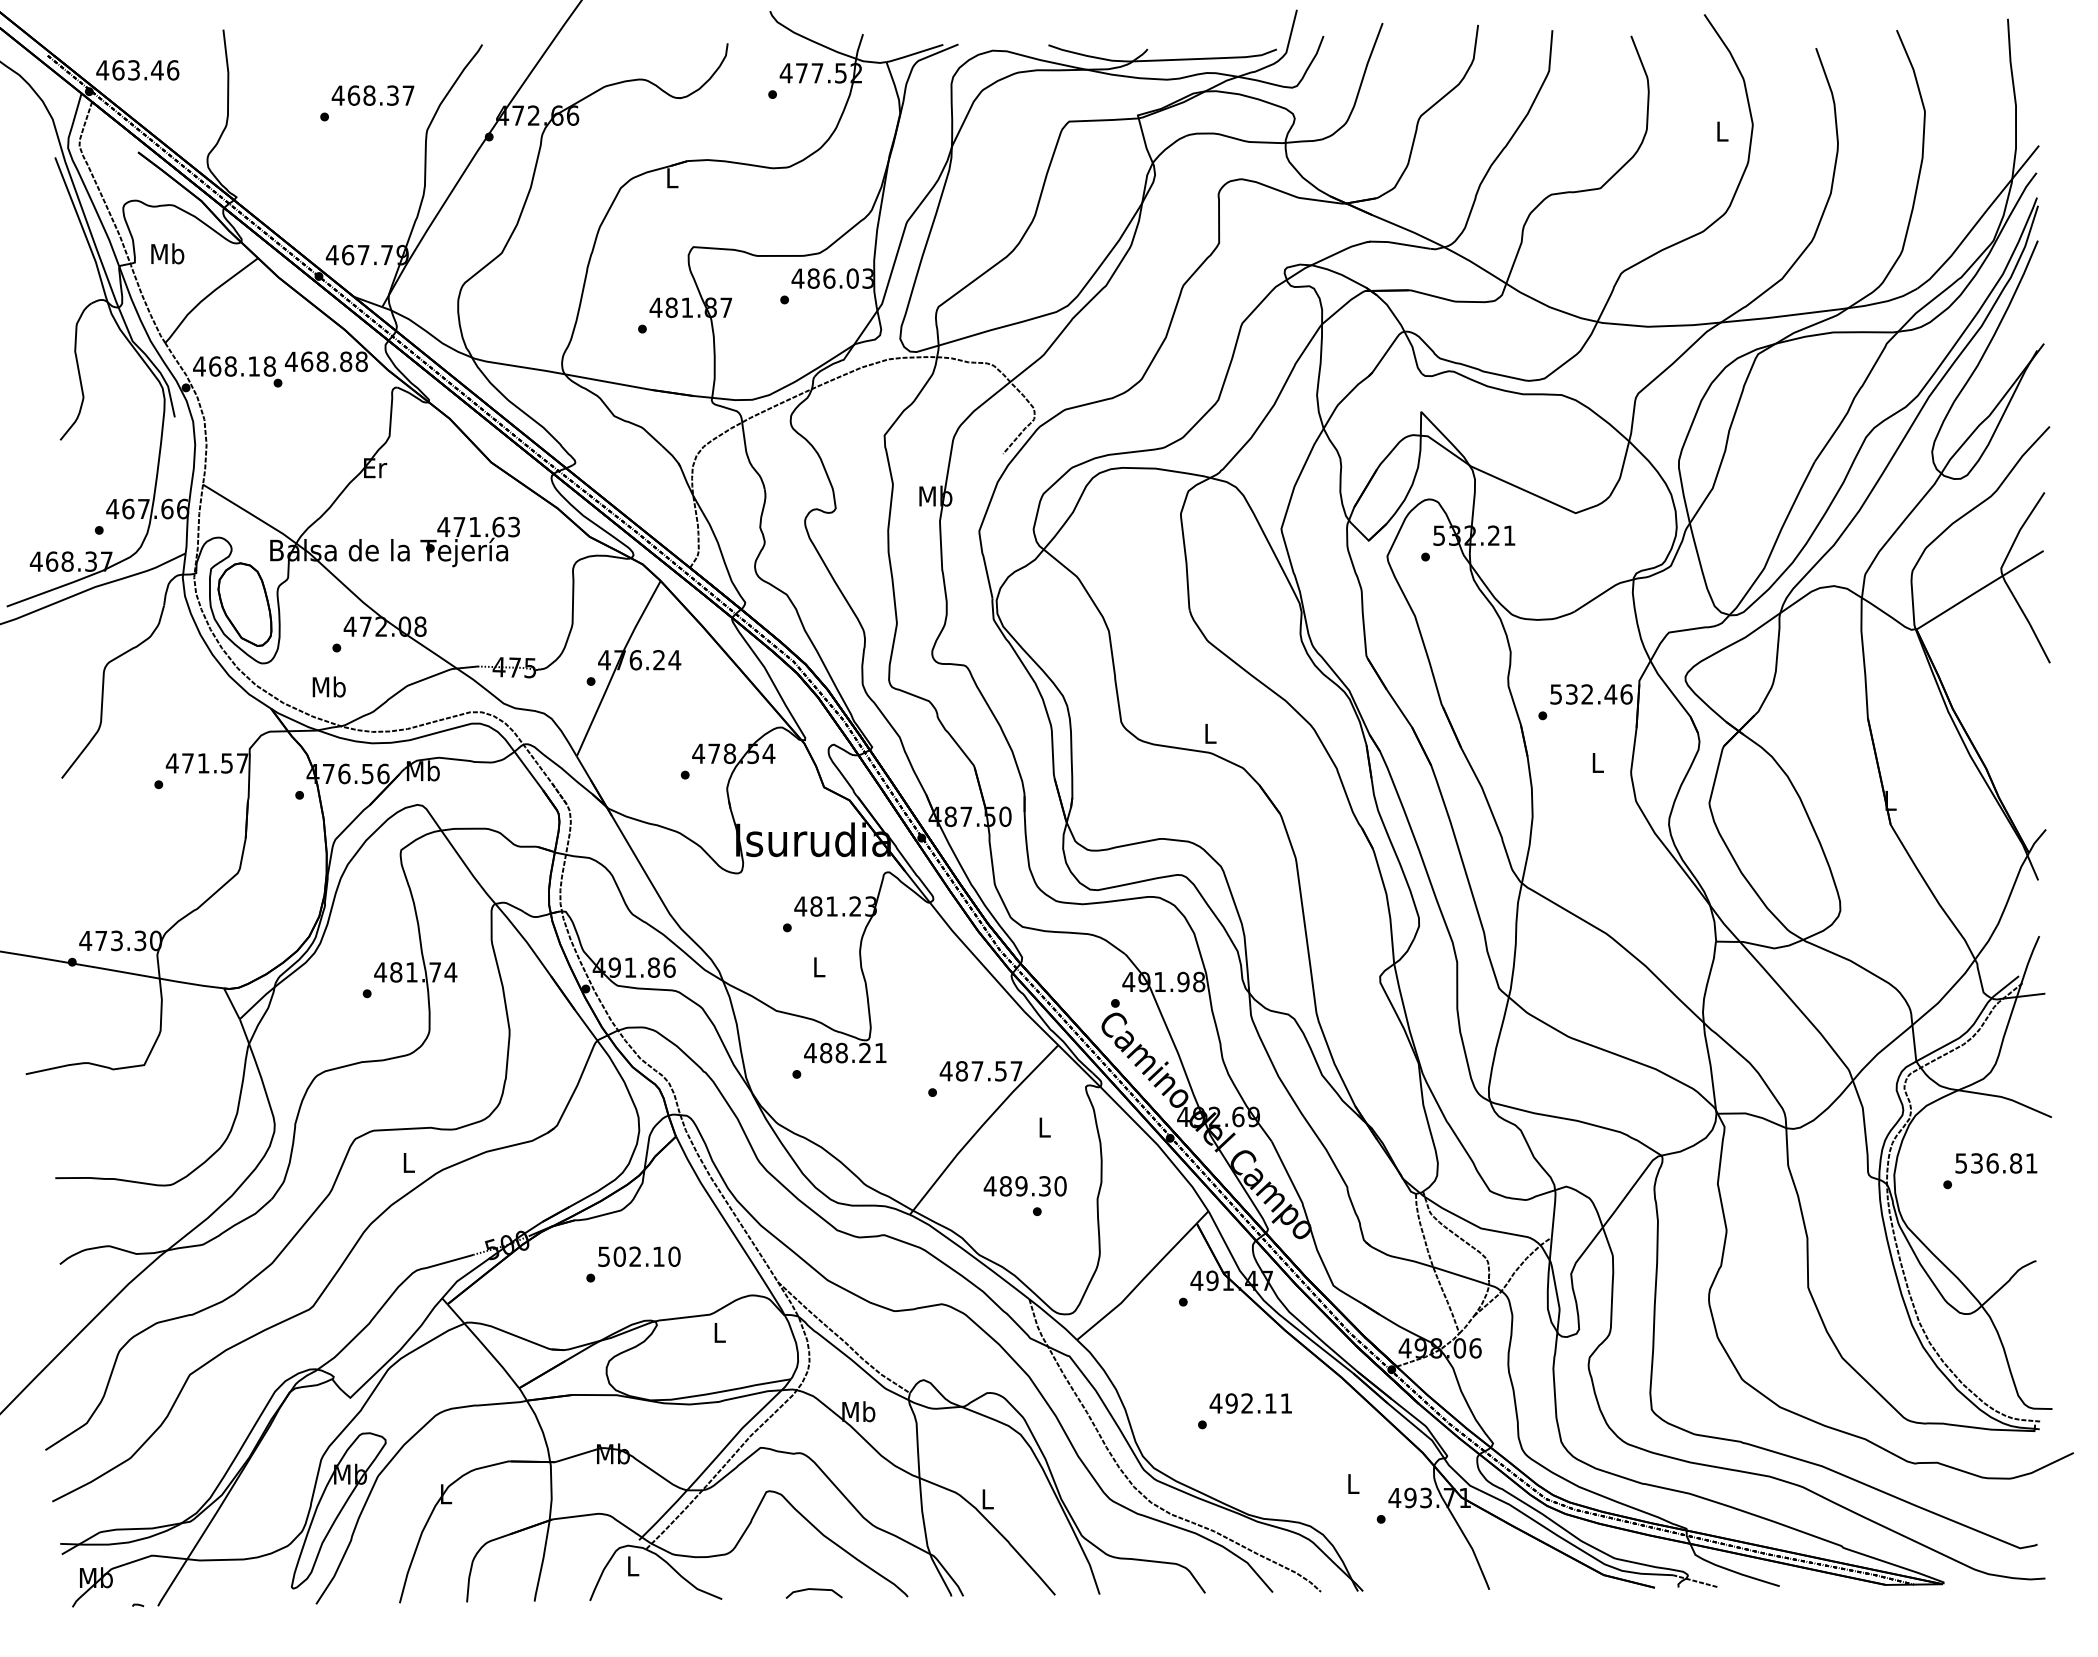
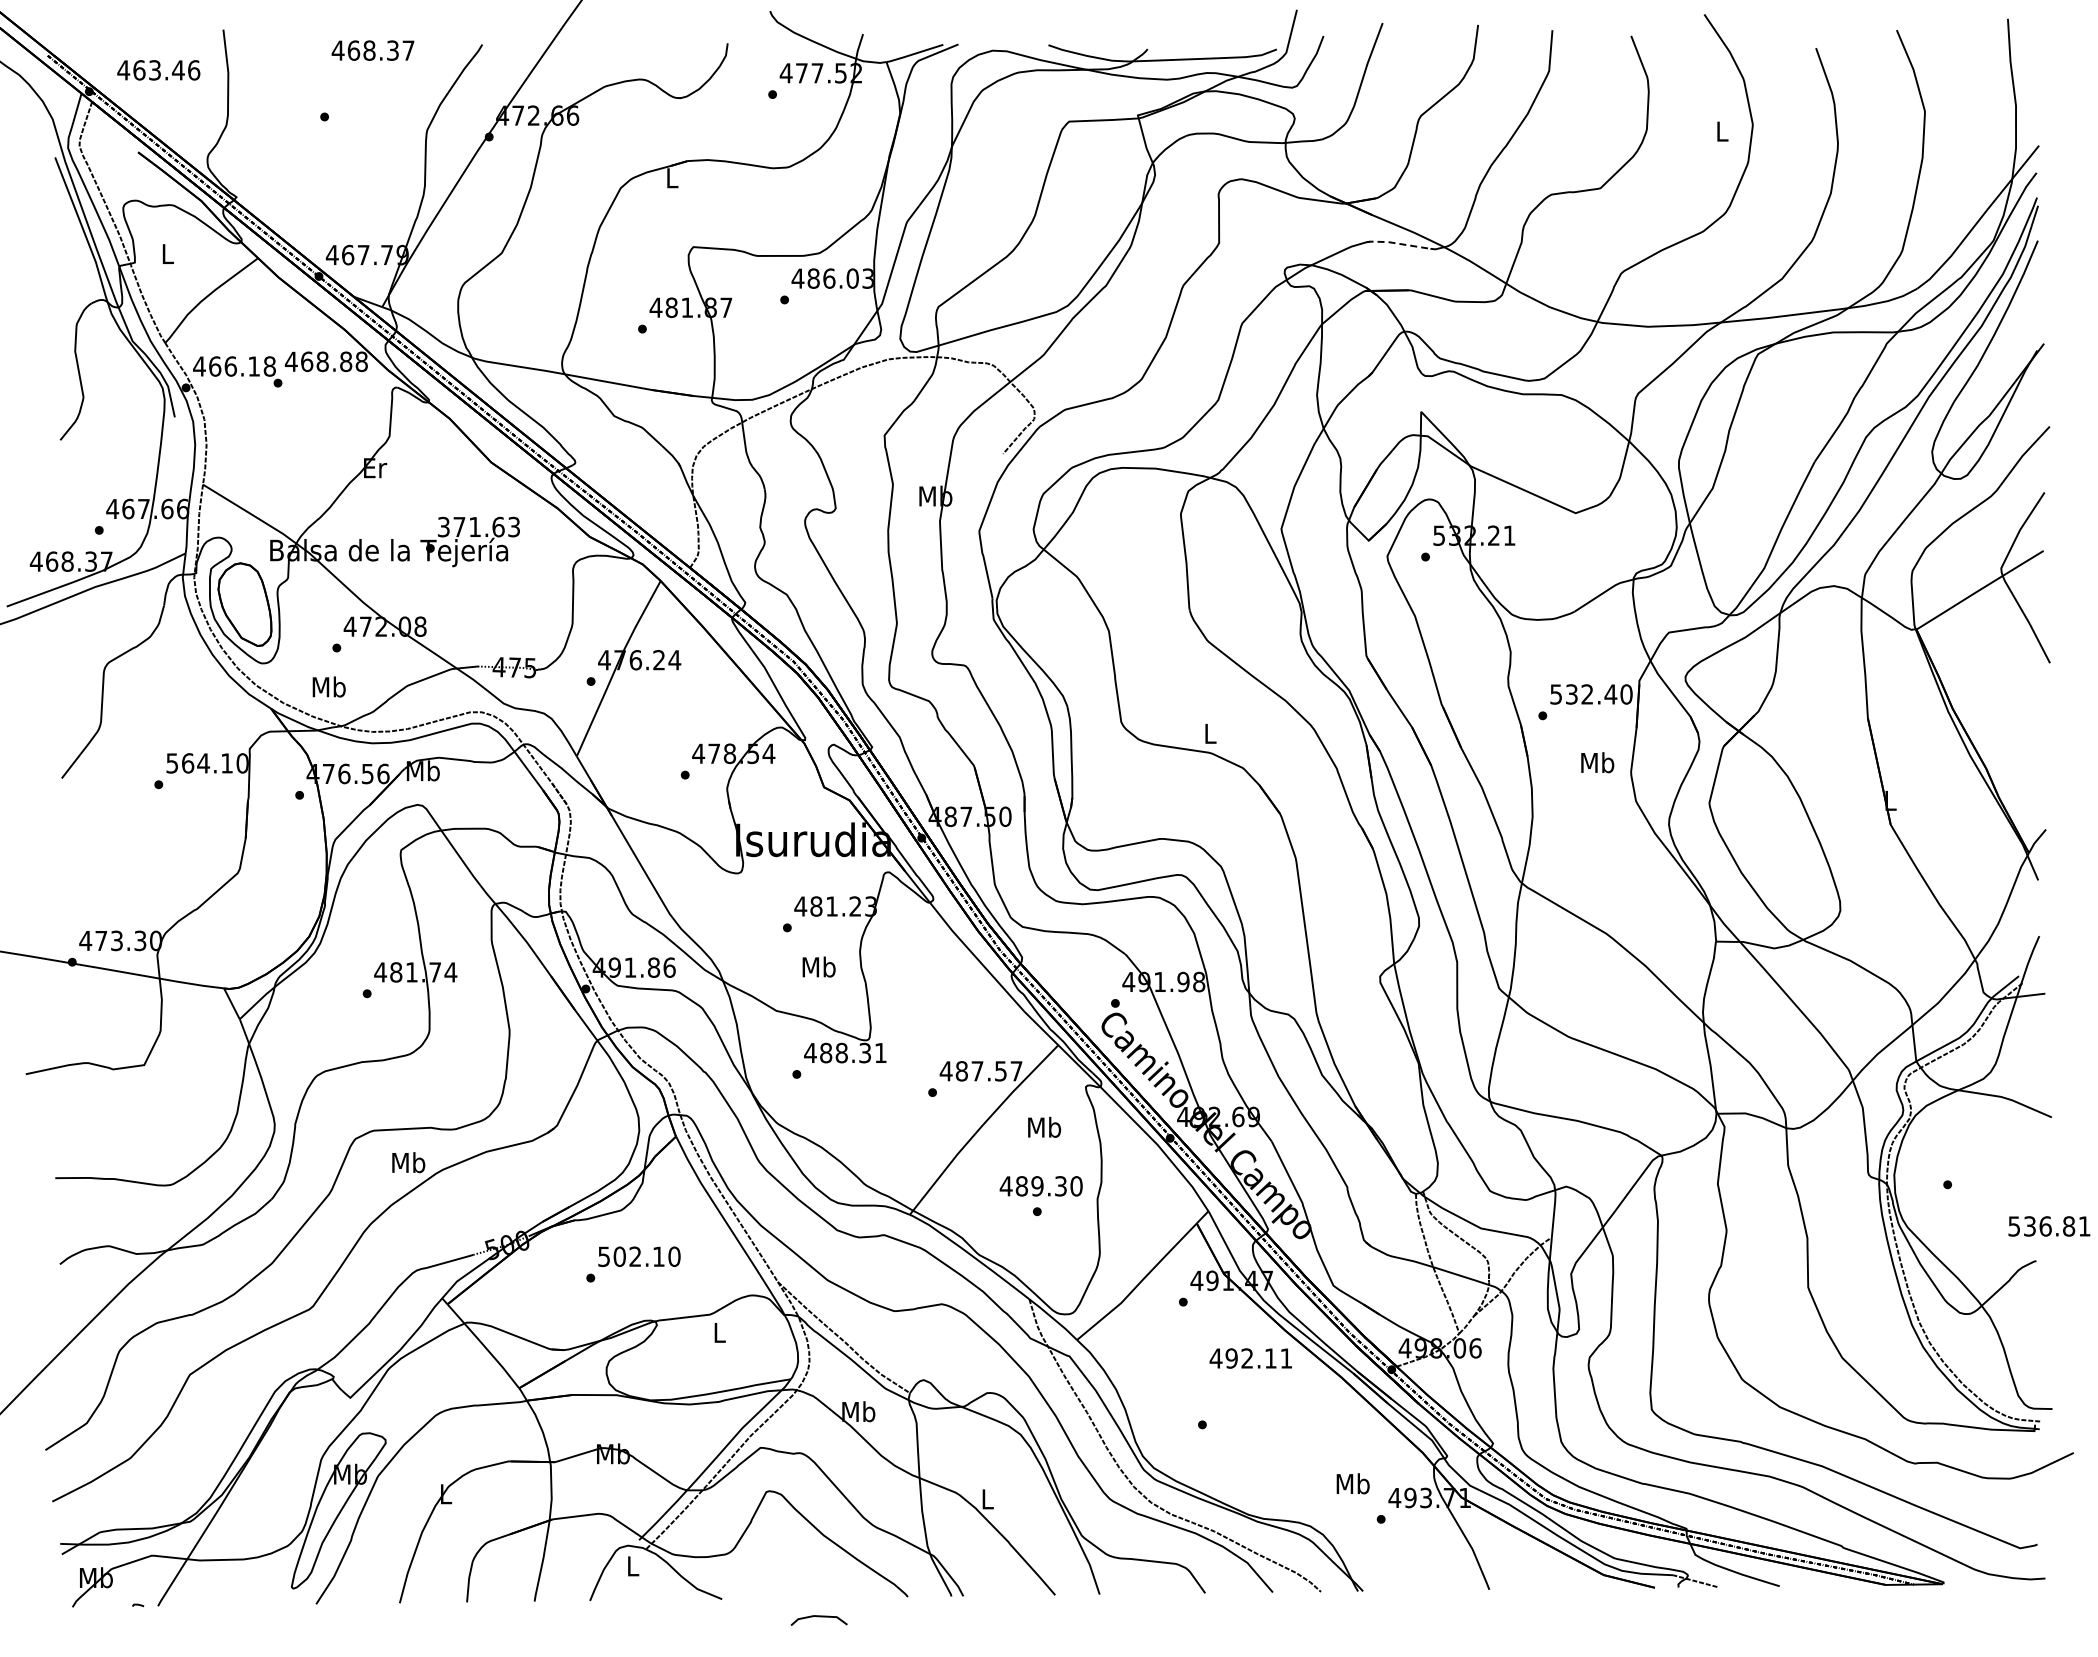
text at (137, 70) position: (137, 70) -> (158, 70)
text at (372, 95) position: (372, 95) -> (372, 50)
line at (1397, 243): solid -> dashed
text at (167, 253): Mb -> L
text at (230, 366): 468.18 -> 466.18
text at (443, 526): 471.63 -> 371.63
text at (1626, 694): 532.46 -> 532.40
text at (1597, 762): L -> Mb
text at (206, 763): 471.57 -> 564.10
text at (818, 966): L -> Mb
text at (864, 1053): 488.21 -> 488.31
text at (1044, 1126): L -> Mb
text at (408, 1162): L -> Mb
text at (1996, 1163) position: (1996, 1163) -> (2049, 1226)
text at (1024, 1186) position: (1024, 1186) -> (1040, 1186)
text at (1250, 1403) position: (1250, 1403) -> (1250, 1358)
text at (1352, 1483): L -> Mb
line at (813, 1590) position: (813, 1590) -> (818, 1617)
